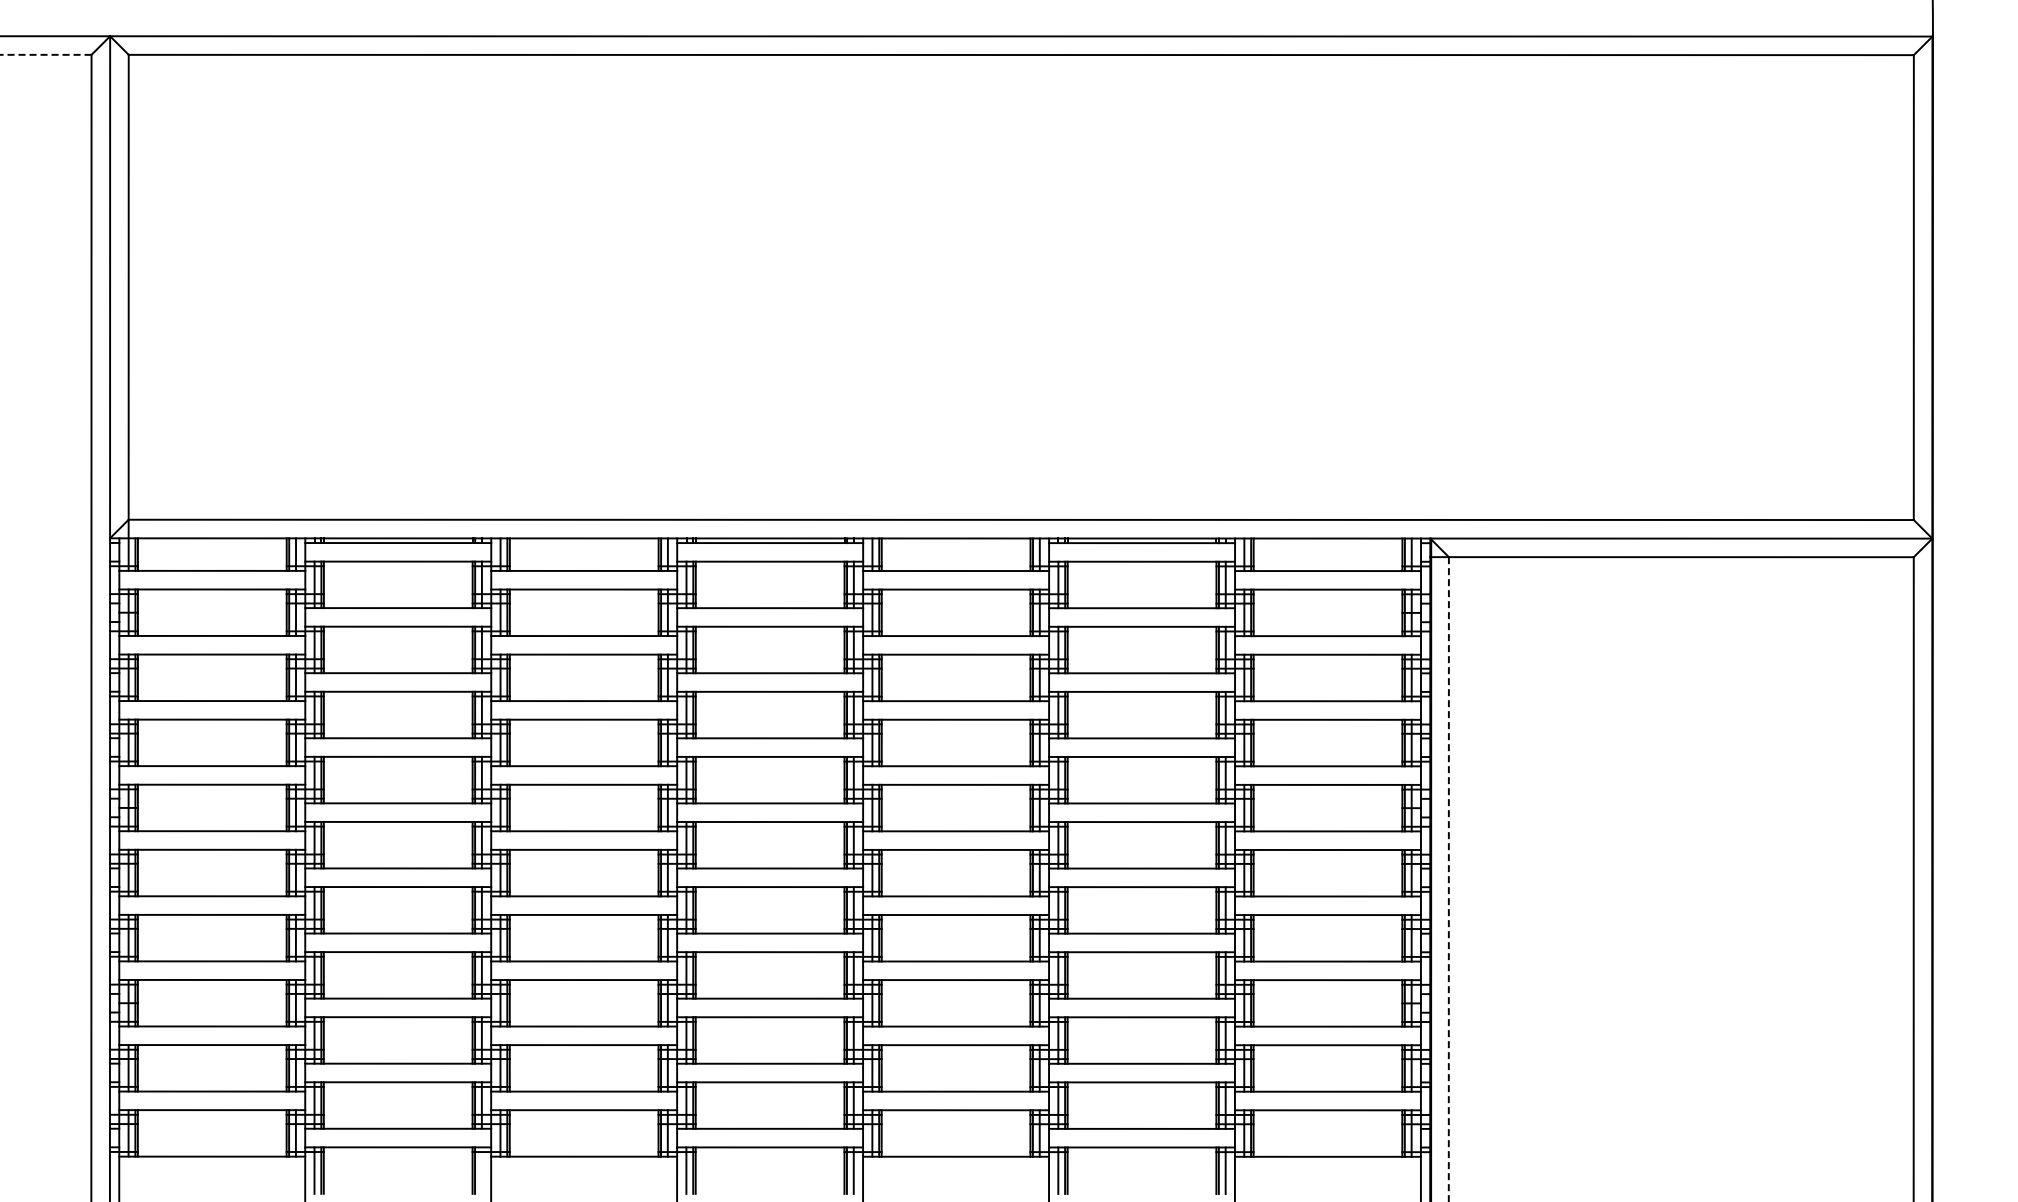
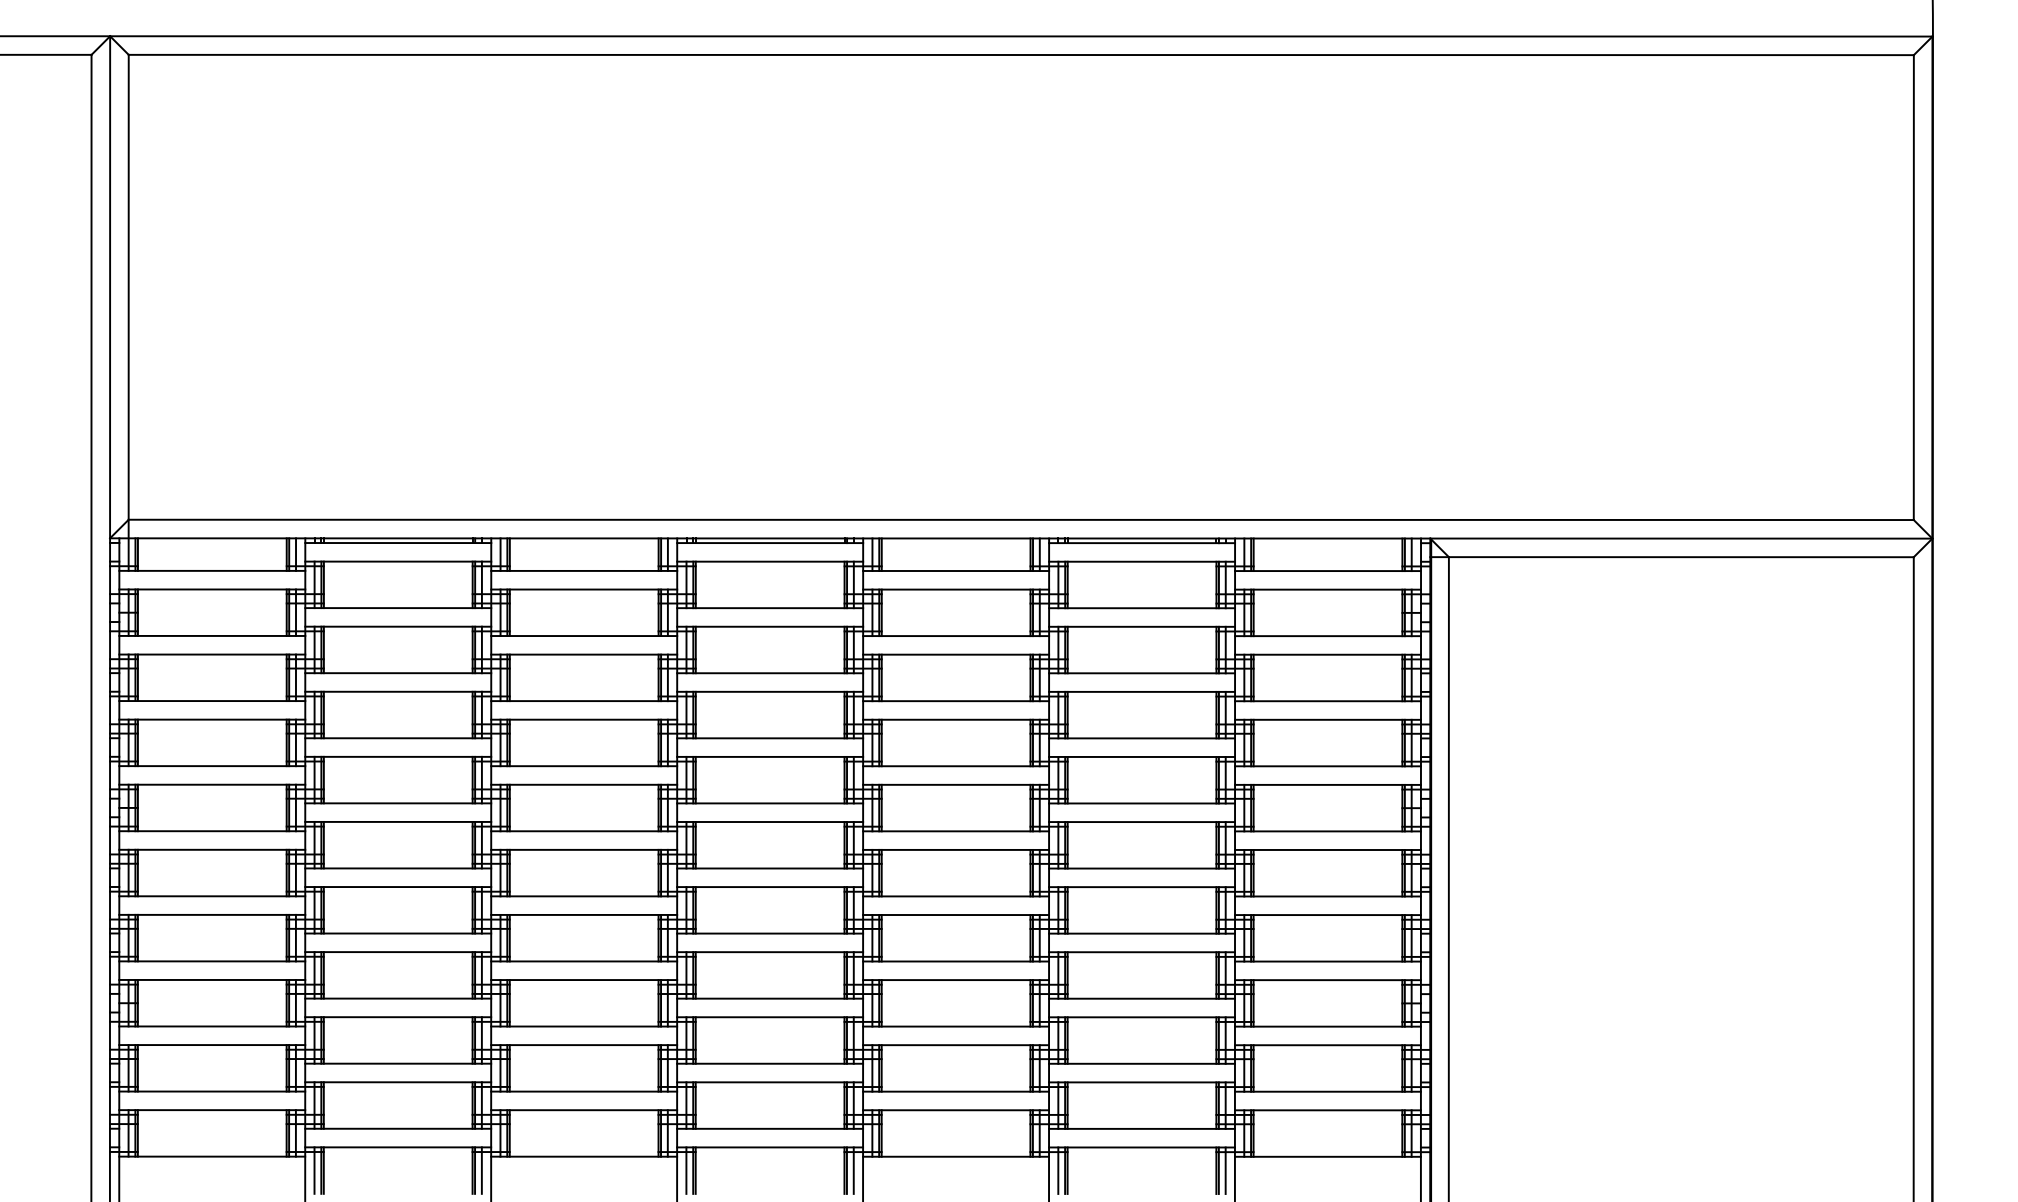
line at (45, 54): dashed -> solid
line at (1448, 879): dashed -> solid
line at (481, 1170): none -> present
